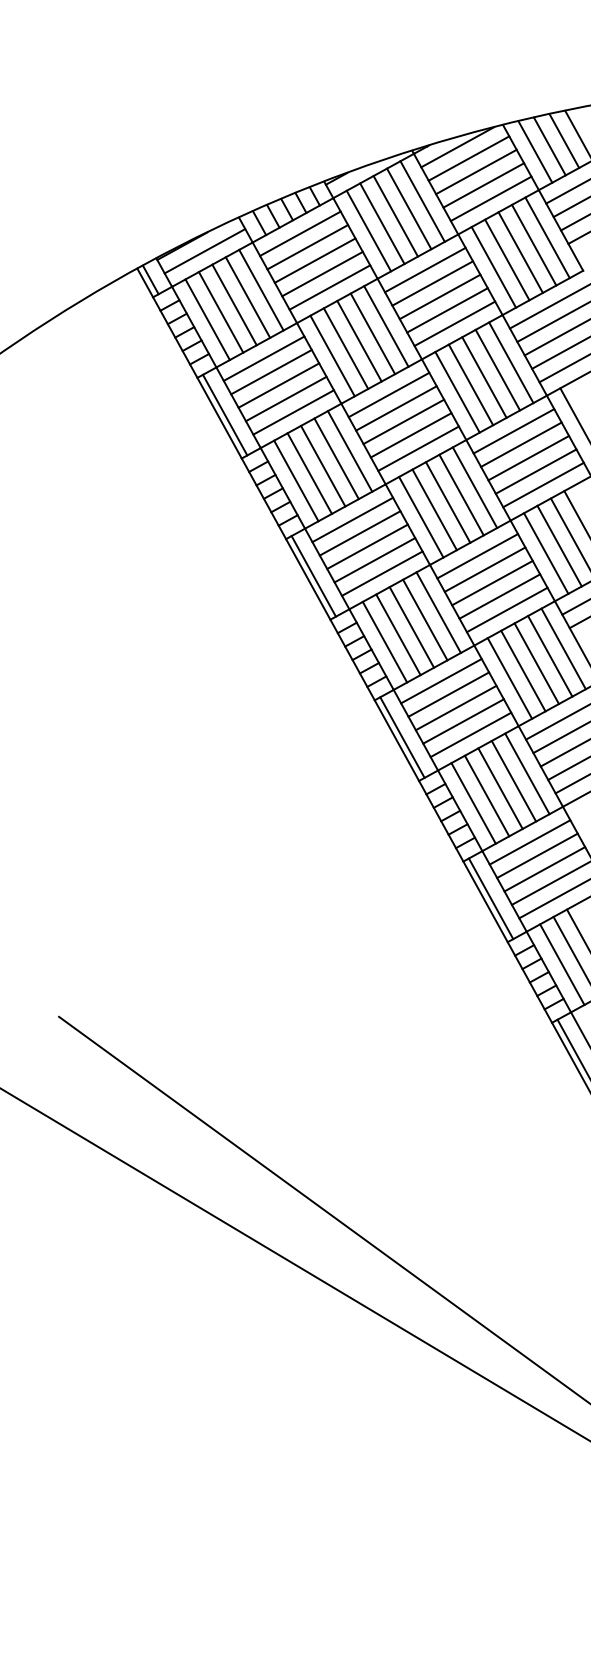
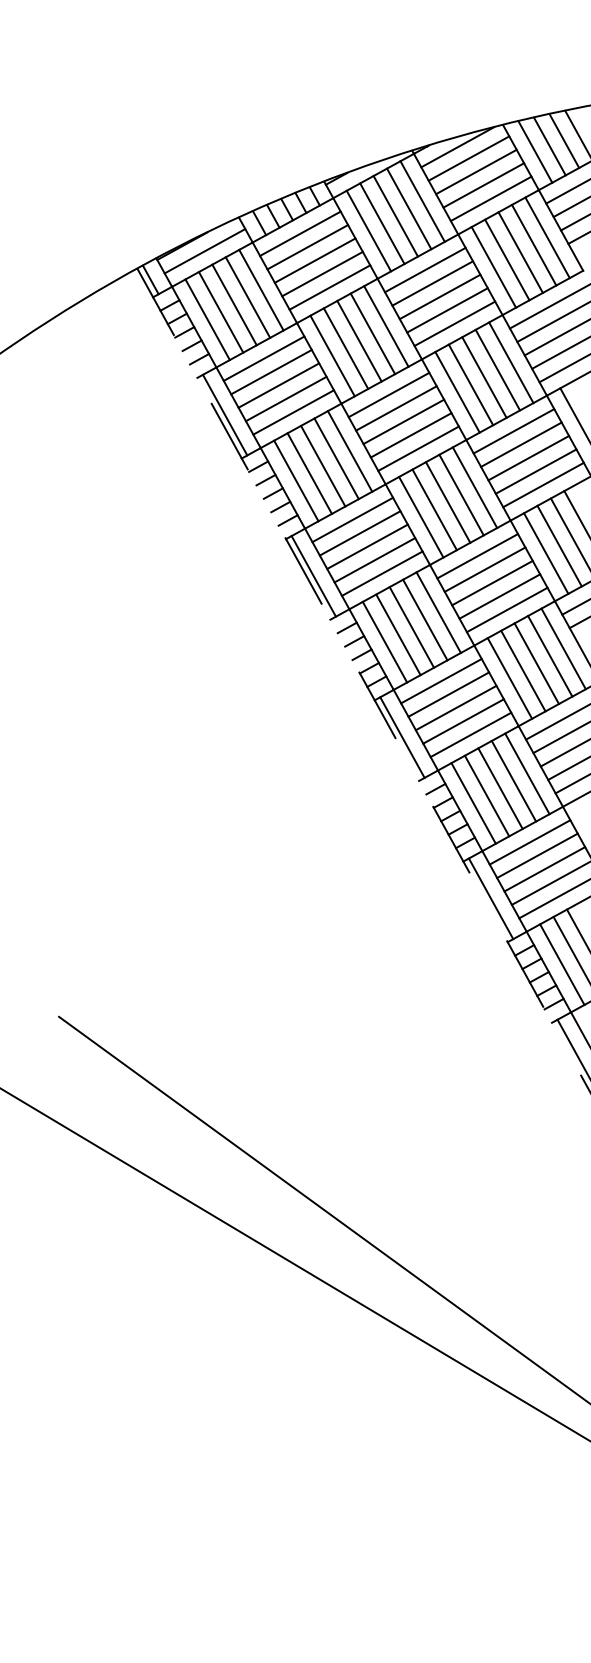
line at (364, 681): solid -> dashed
